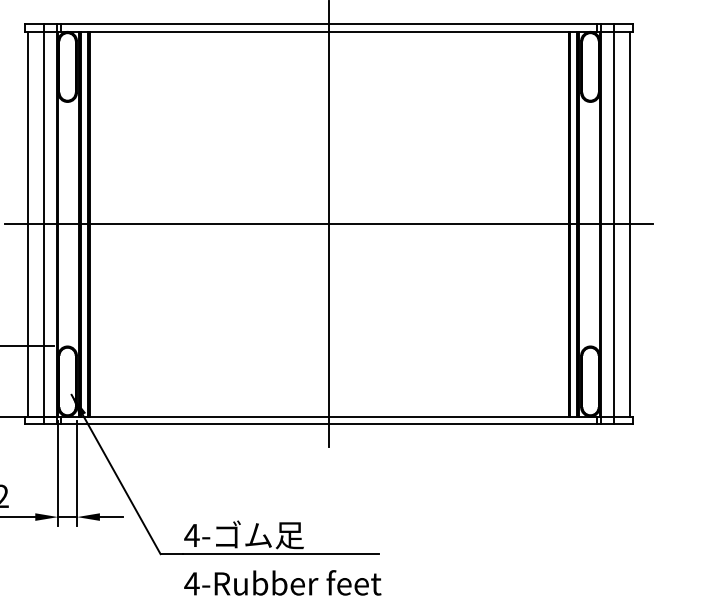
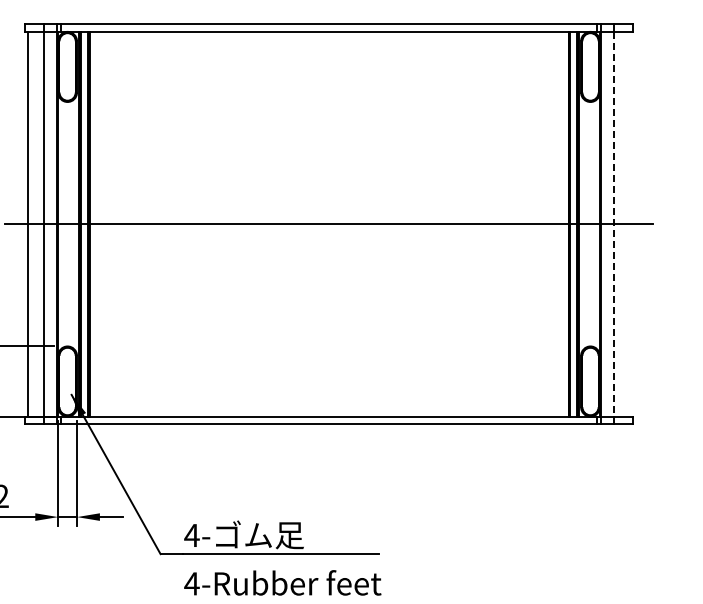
line at (630, 223): present -> none
line at (329, 224): present -> none
line at (614, 224): solid -> dashed
